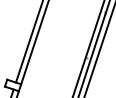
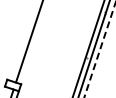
line at (34, 43): present -> none
line at (99, 50): solid -> dashed
